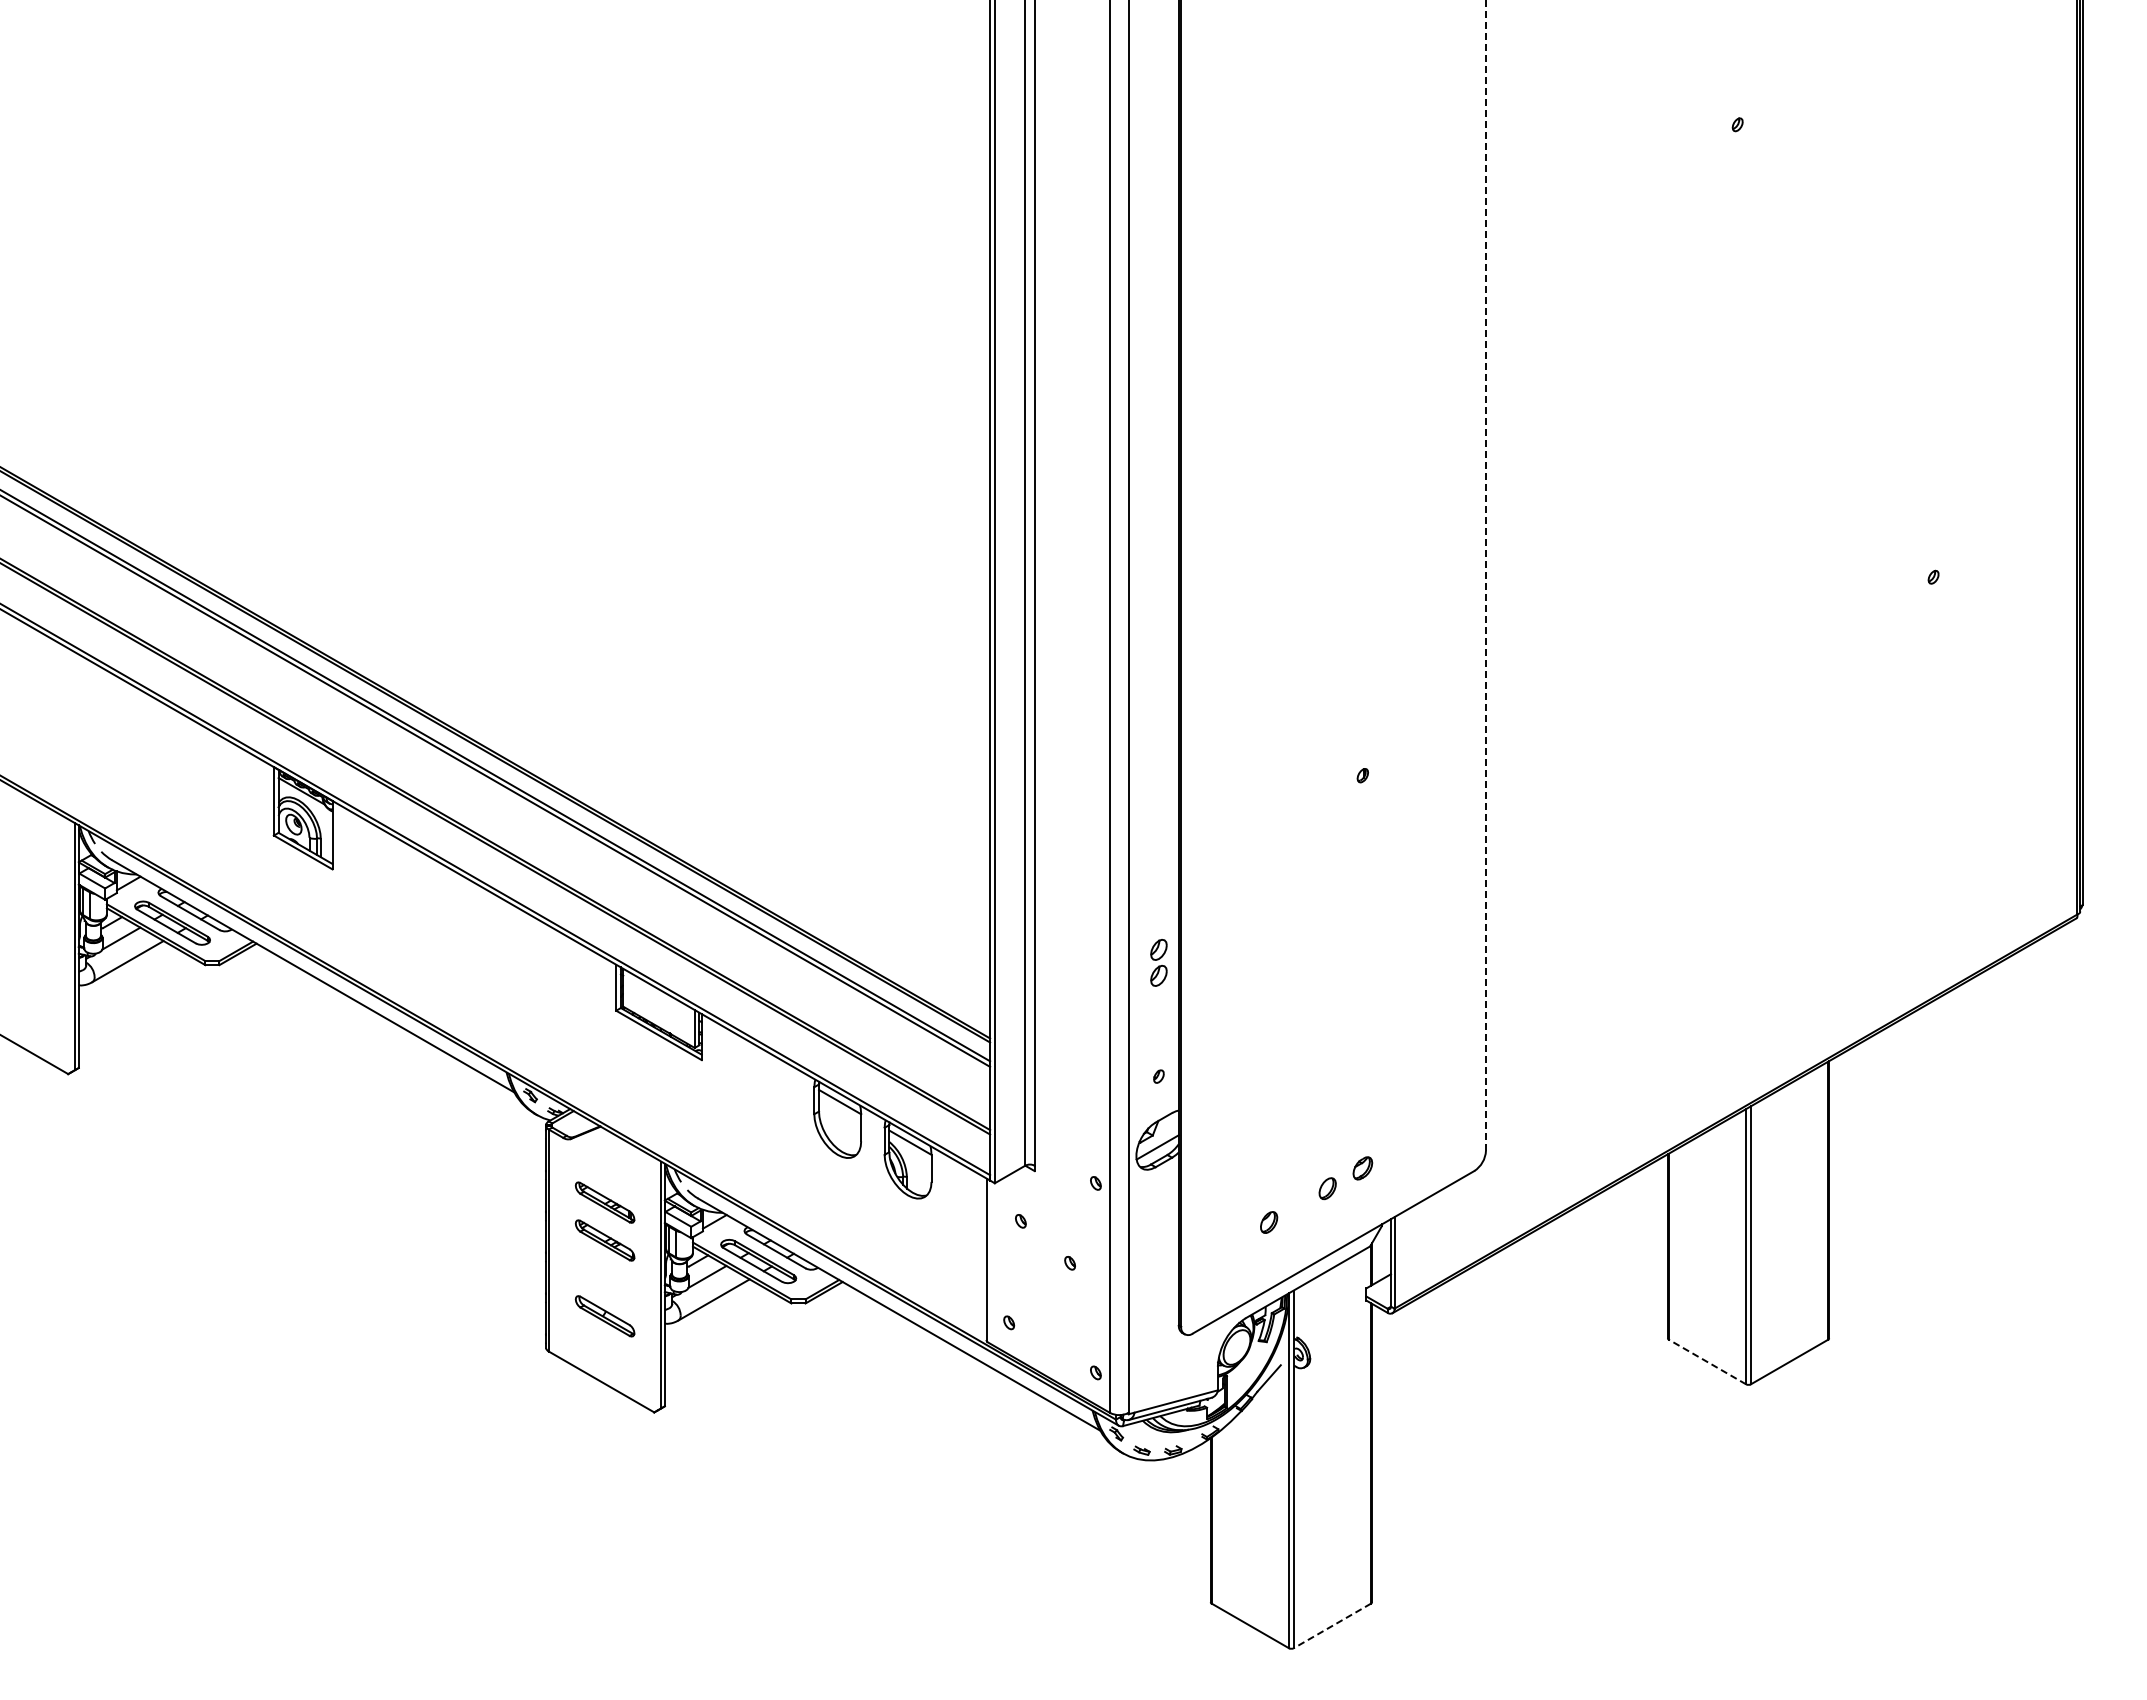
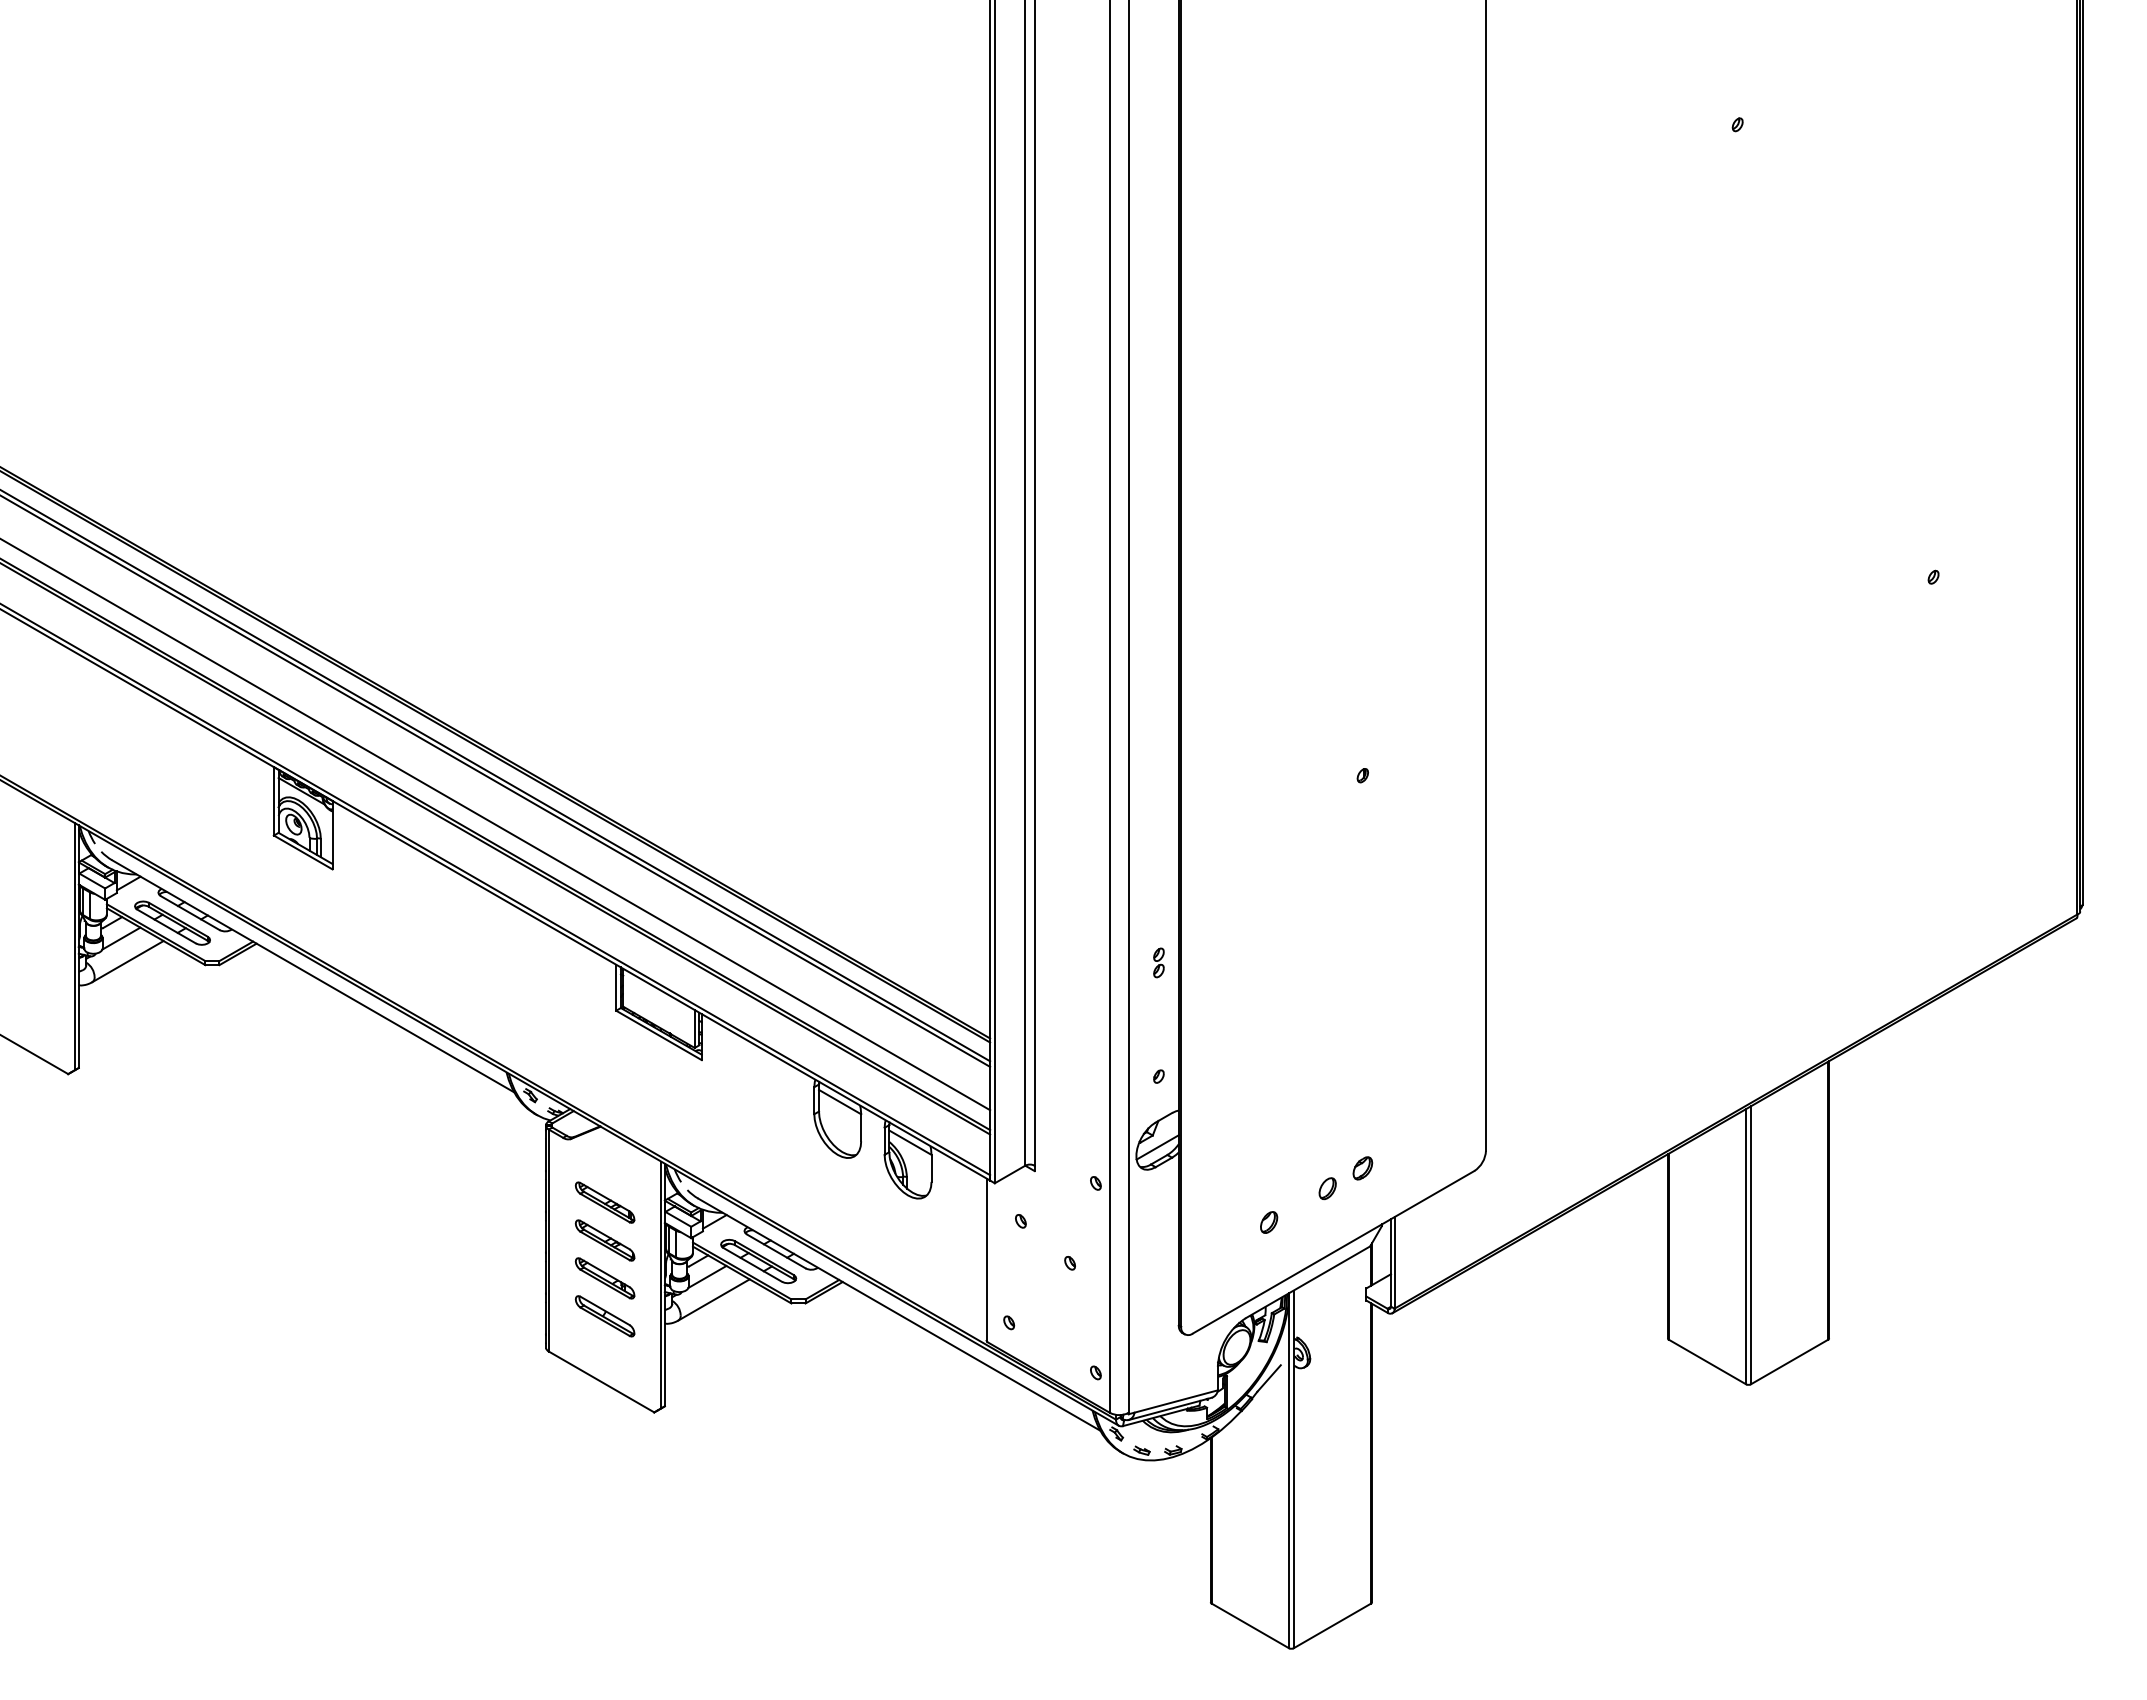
line at (1485, 574): dashed -> solid
line at (496, 825): none -> present
part at (1158, 962) size: 18x48 px -> 12x32 px
part at (604, 1278): none -> present
line at (1707, 1362): dashed -> solid
line at (1332, 1625): dashed -> solid
